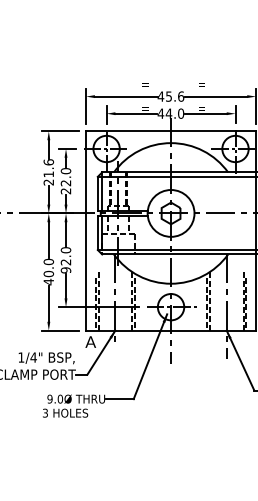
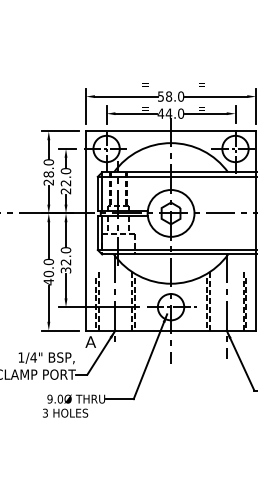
text at (170, 96): 45.6 -> 58.0
text at (48, 168): 21.6 -> 28.0
text at (65, 270): 92.0 -> 32.0
